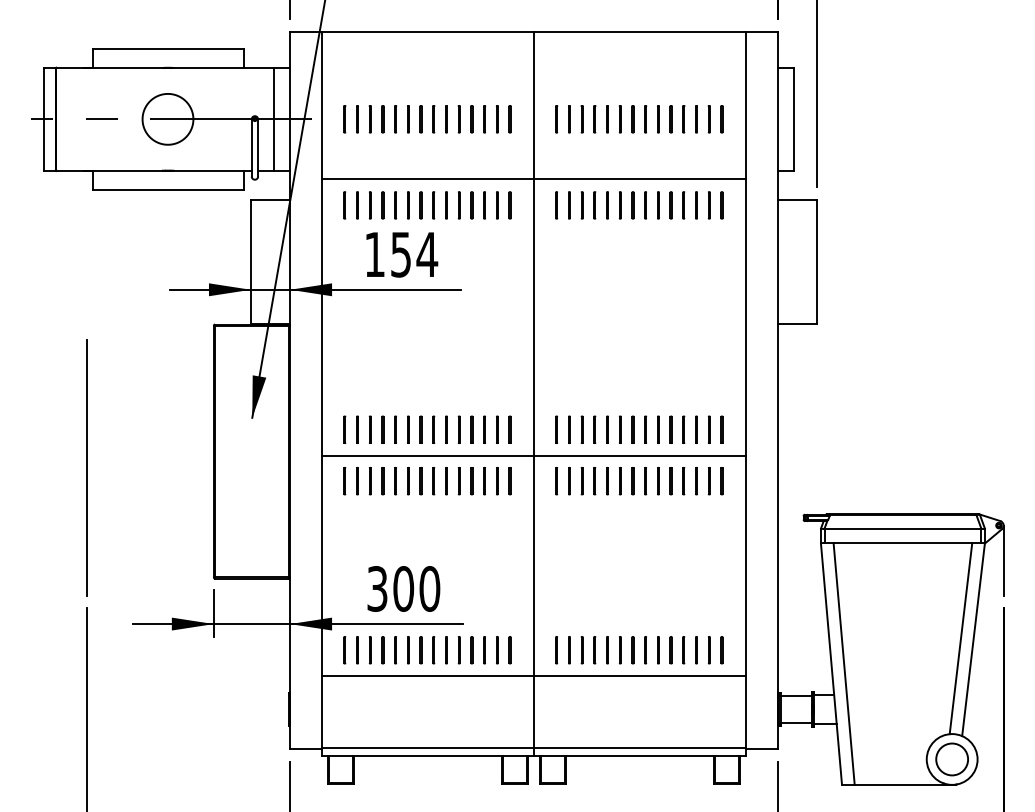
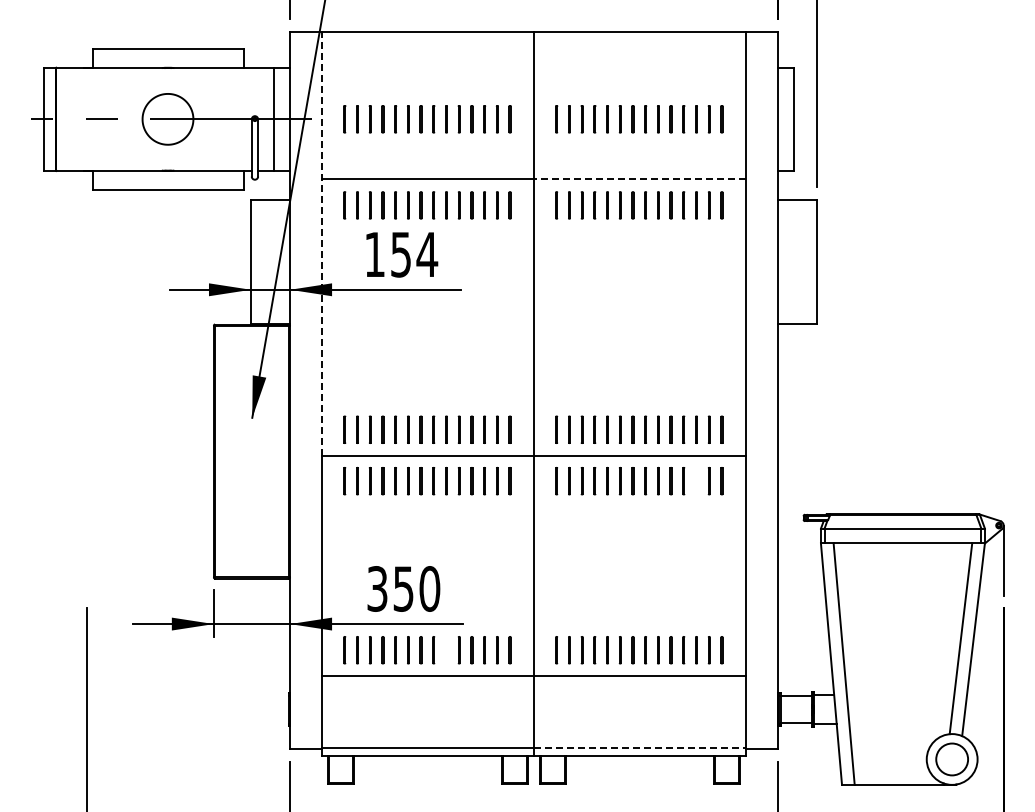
line at (639, 179): solid -> dashed
line at (322, 243): solid -> dashed
line at (86, 467): present -> none
line at (696, 481): present -> none
text at (403, 588): 300 -> 350
line at (446, 650): present -> none
line at (639, 748): solid -> dashed
